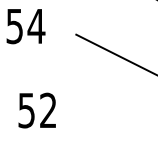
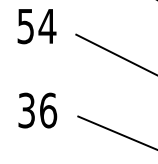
text at (25, 26) position: (25, 26) -> (36, 26)
text at (38, 110): 52 -> 36
line at (116, 132): none -> present
